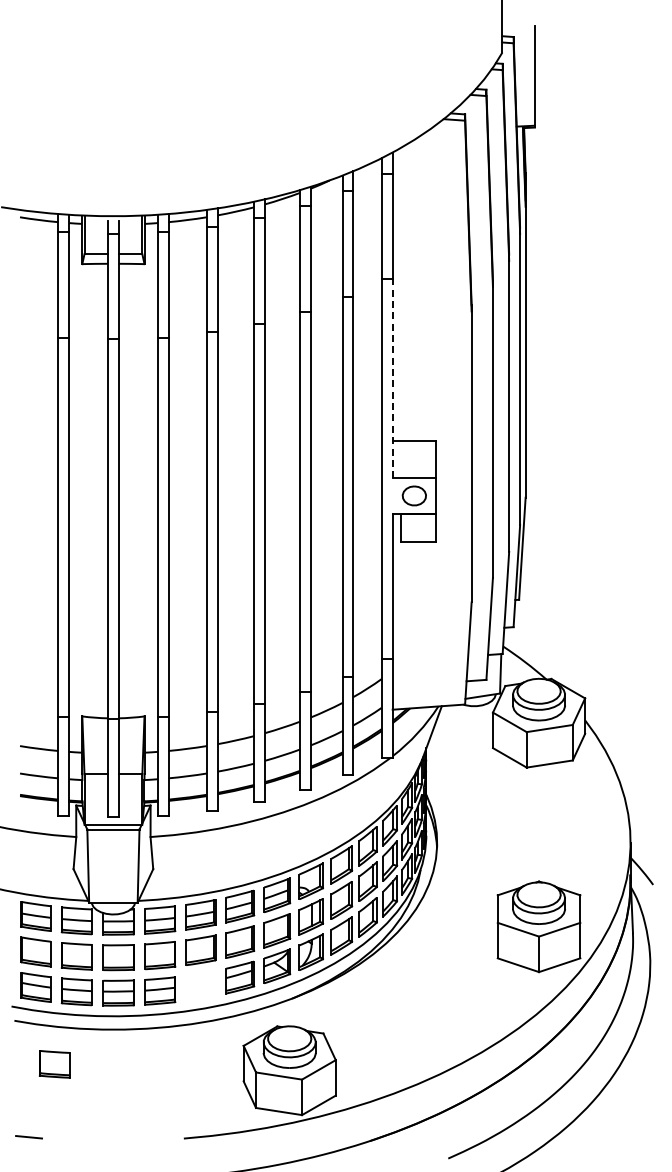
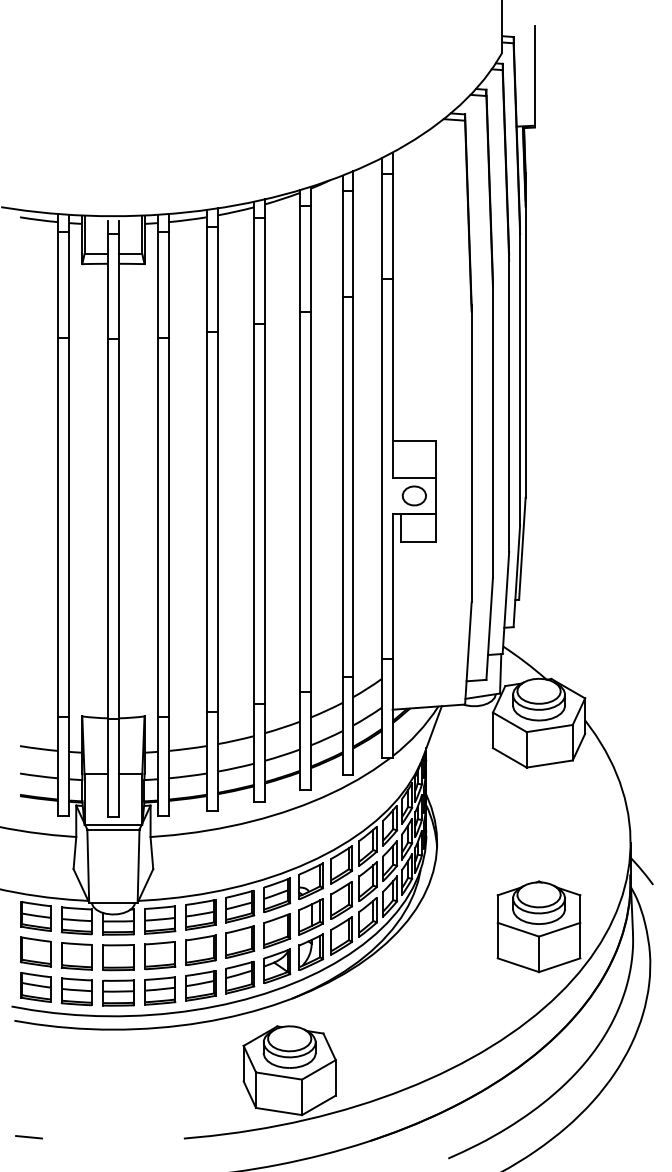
line at (392, 378): dashed -> solid
part at (200, 985): none -> present
part at (54, 1064): present -> none
